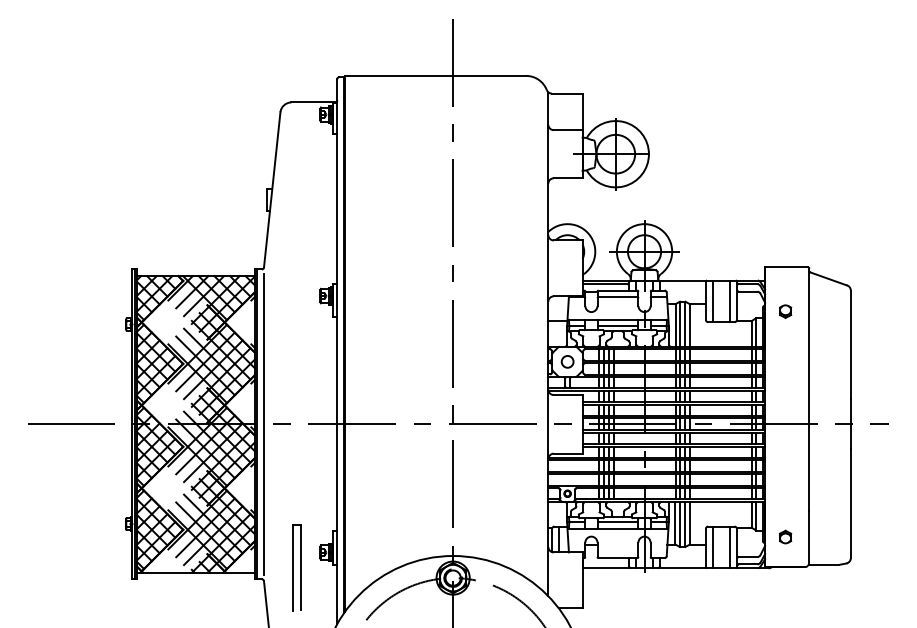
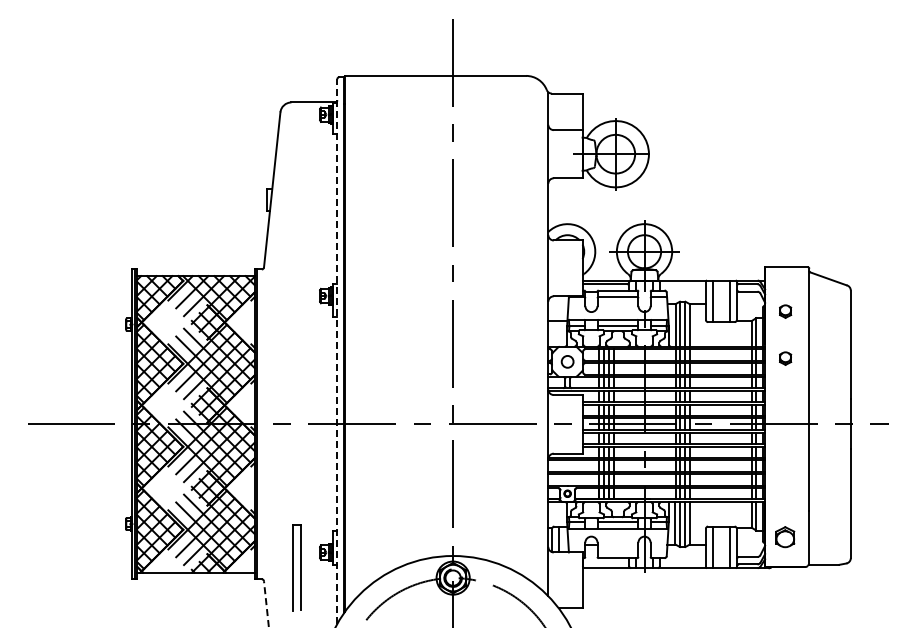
line at (337, 351): solid -> dashed
part at (785, 358): none -> present
line at (264, 424): present -> none
part at (785, 536) size: 14x16 px -> 21x23 px
line at (266, 603): solid -> dashed
